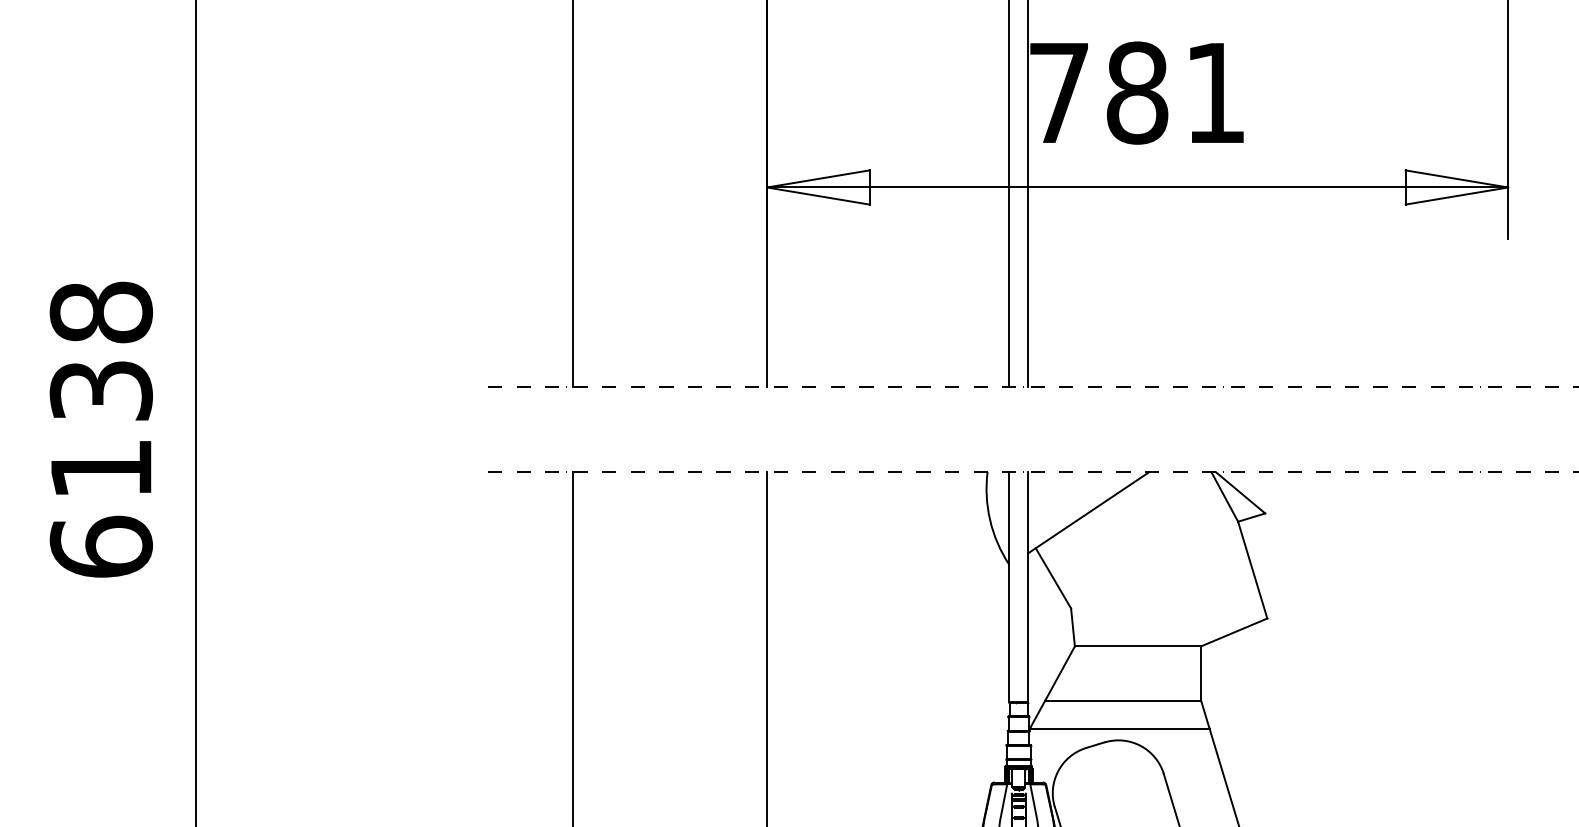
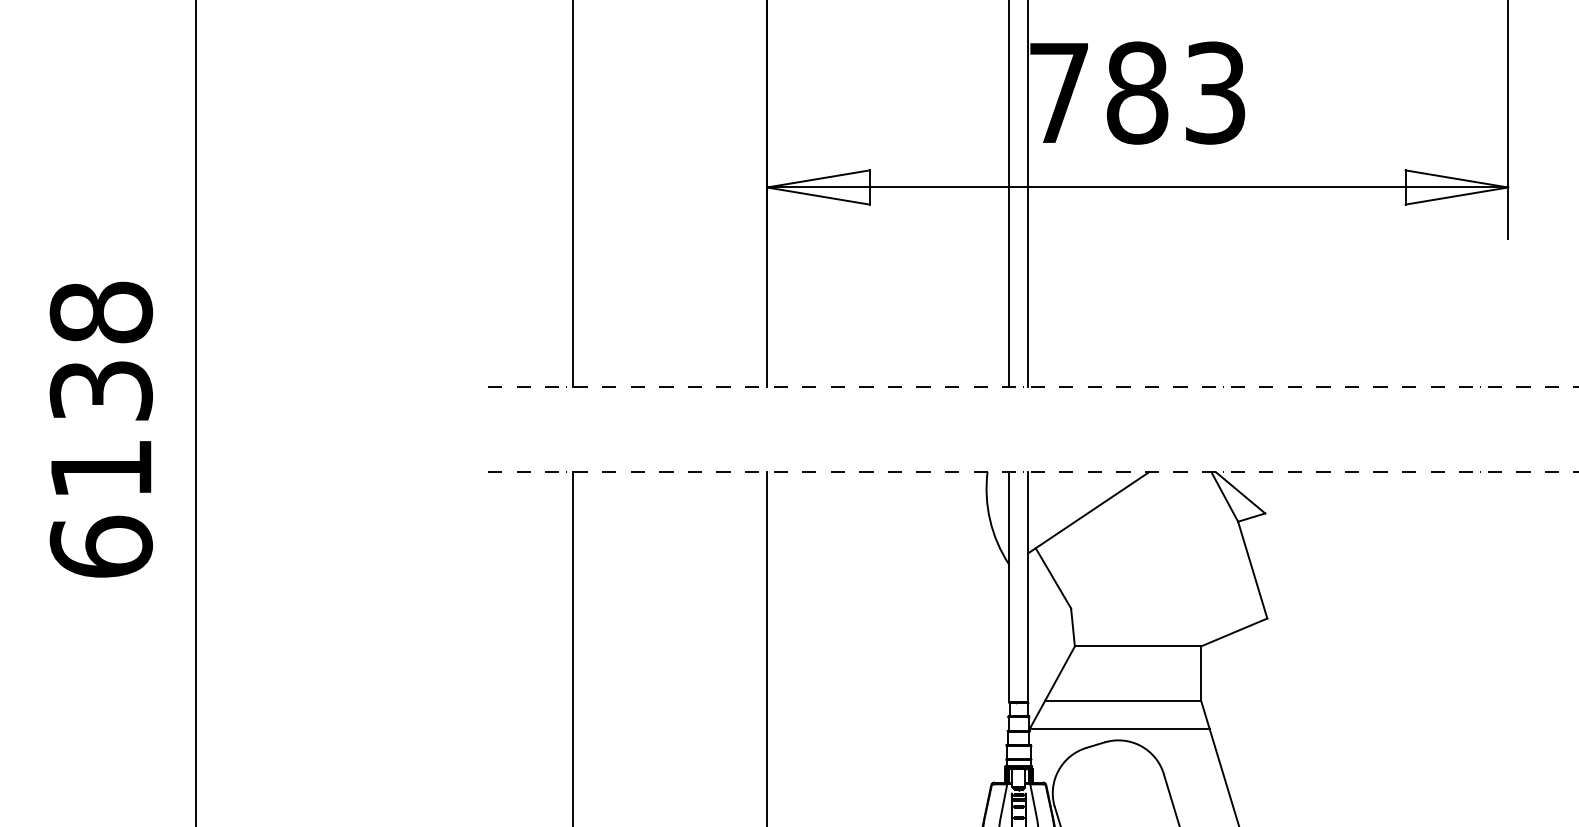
text at (1215, 92): 781 -> 783
